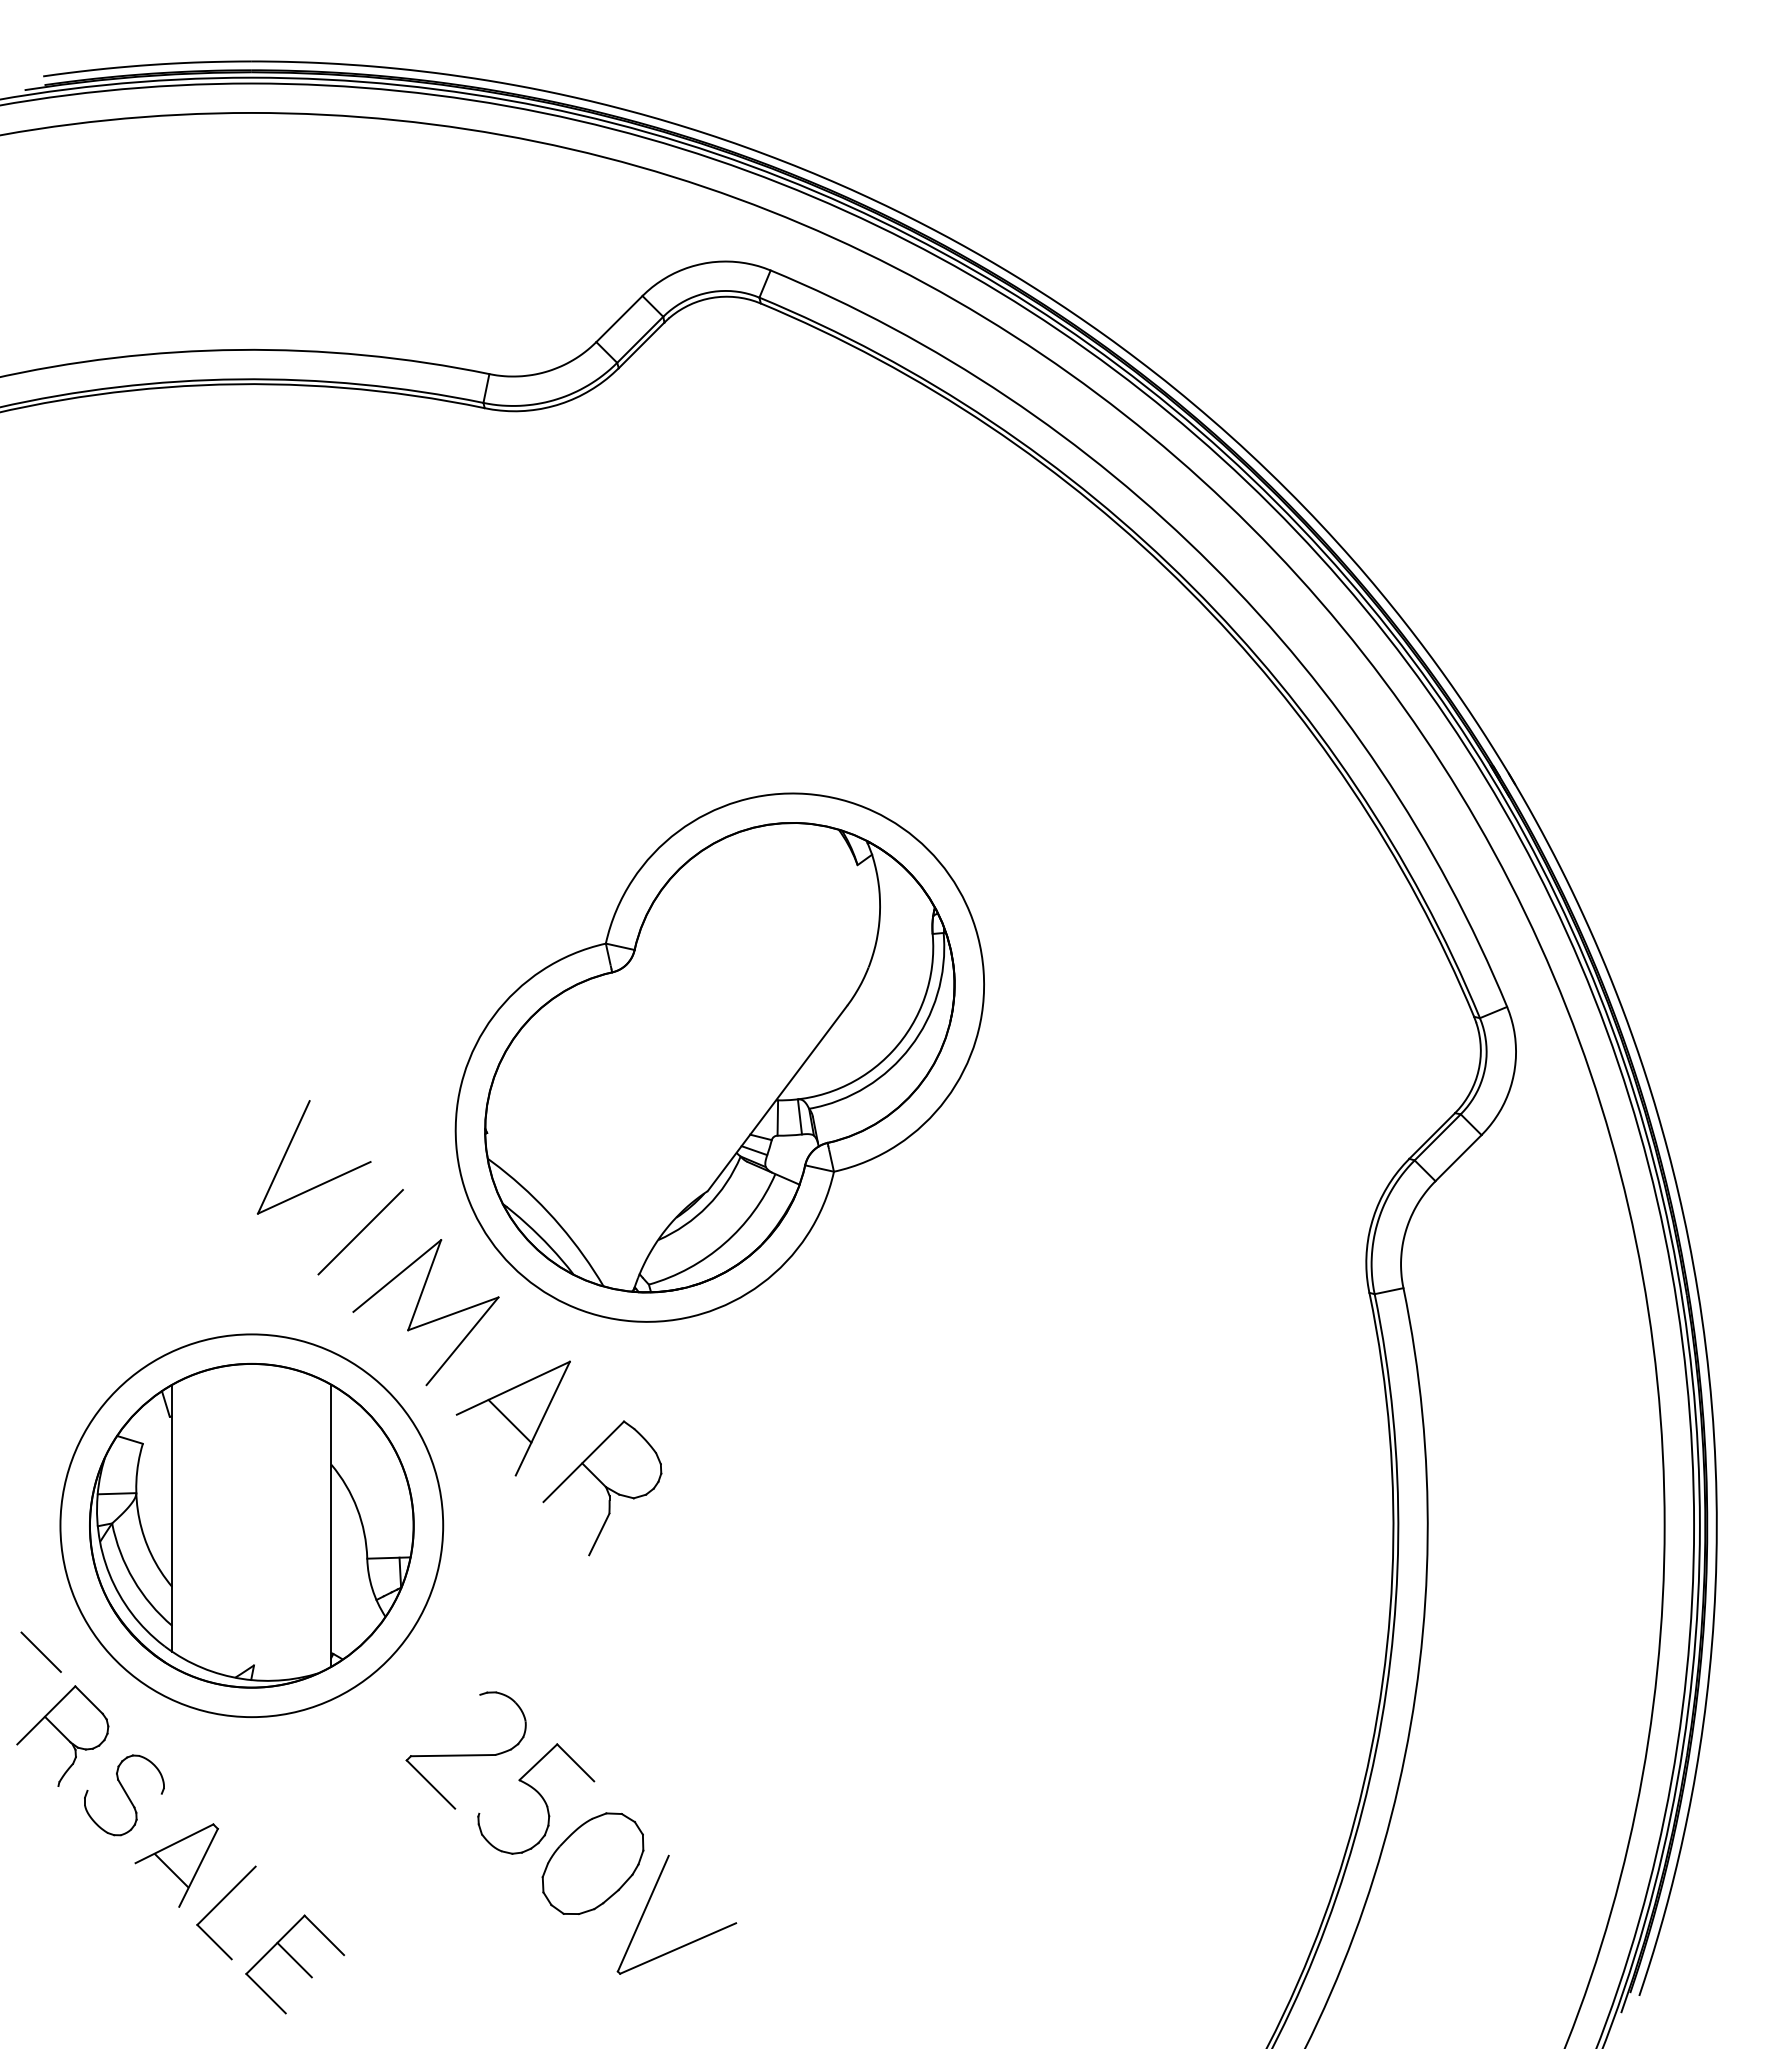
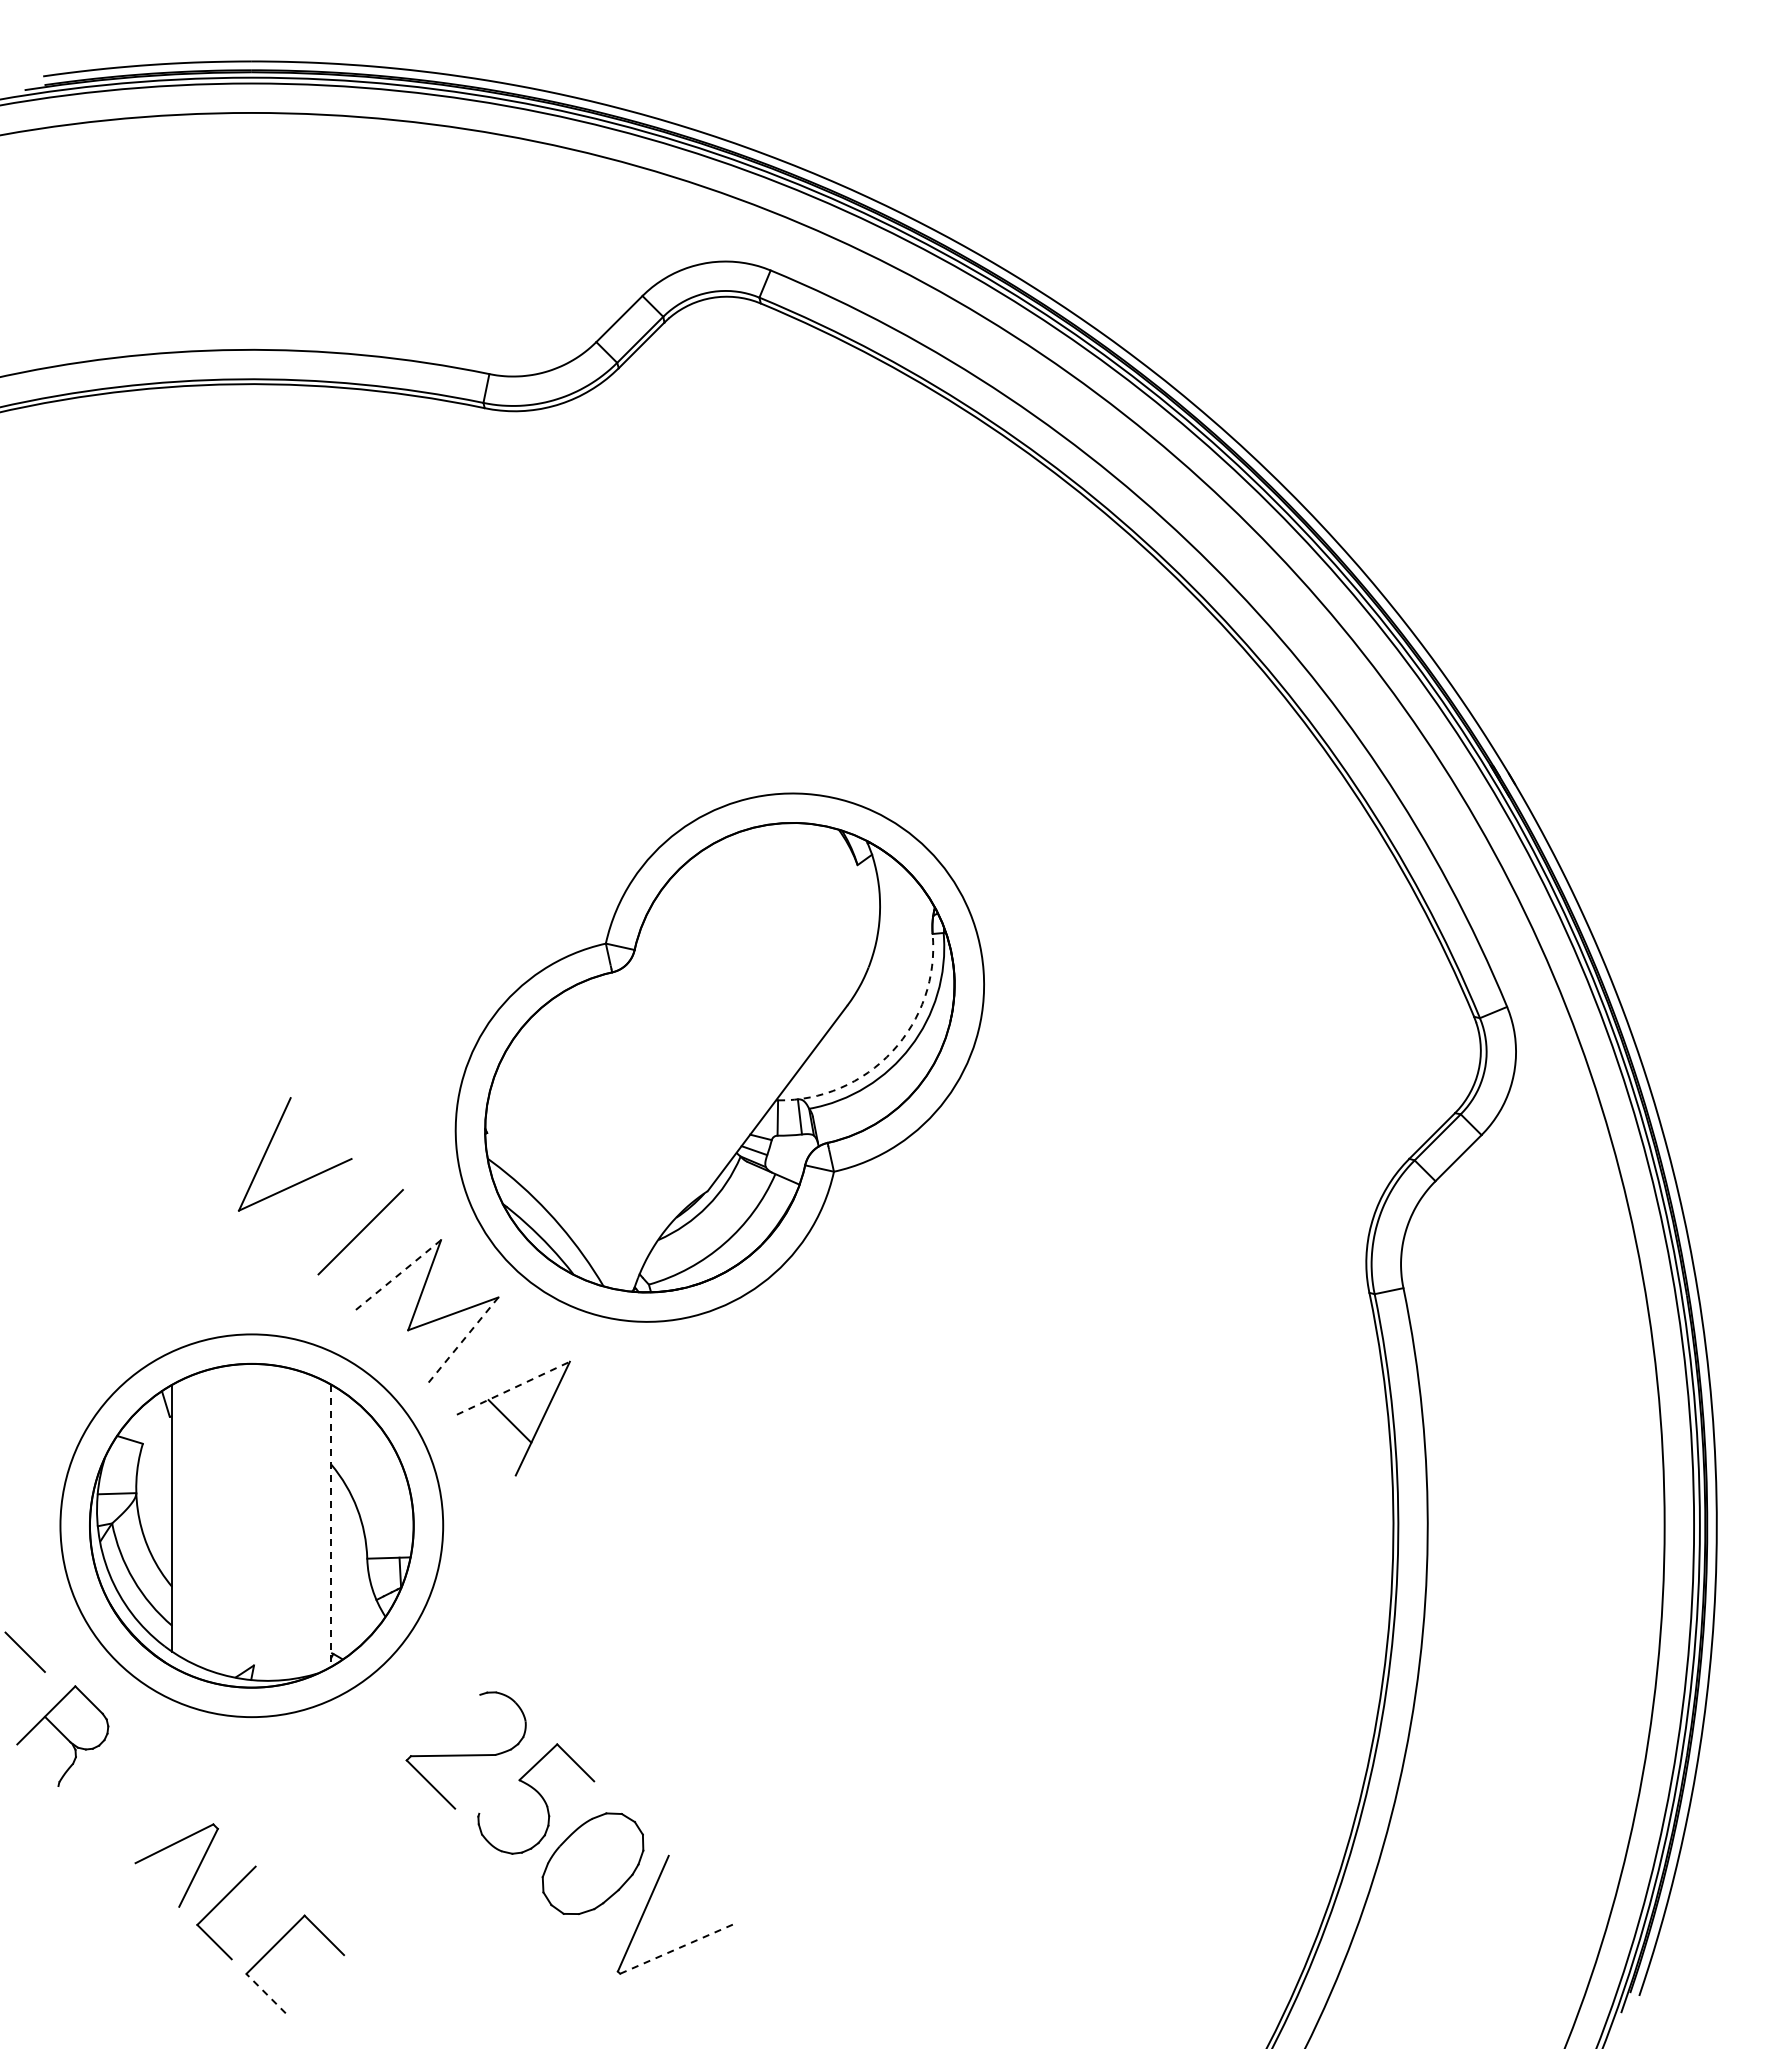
arc at (892, 1051): solid -> dashed
part at (290, 1145) position: (290, 1145) -> (271, 1142)
line at (397, 1276): solid -> dashed
line at (462, 1341): solid -> dashed
line at (513, 1388): solid -> dashed
part at (602, 1488): present -> none
line at (331, 1525): solid -> dashed
line at (40, 1651) position: (40, 1651) -> (24, 1651)
part at (124, 1795): present -> none
line at (171, 1870): present -> none
line at (678, 1948): solid -> dashed
line at (294, 1959): present -> none
line at (266, 1993): solid -> dashed
